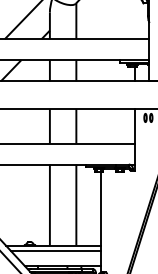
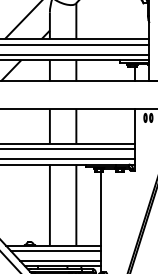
line at (75, 44): none -> present
line at (75, 54): none -> present
line at (68, 149): none -> present
line at (68, 158): none -> present
line at (60, 260): none -> present
